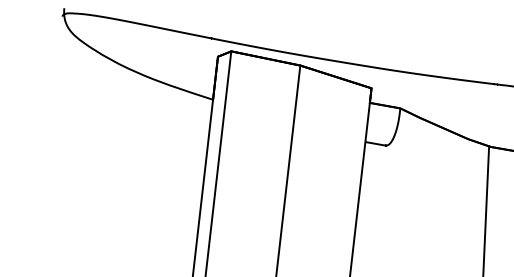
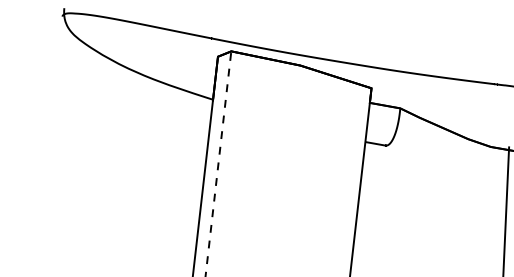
line at (218, 163): solid -> dashed
line at (288, 169): present -> none
line at (486, 209) position: (486, 209) -> (506, 210)
